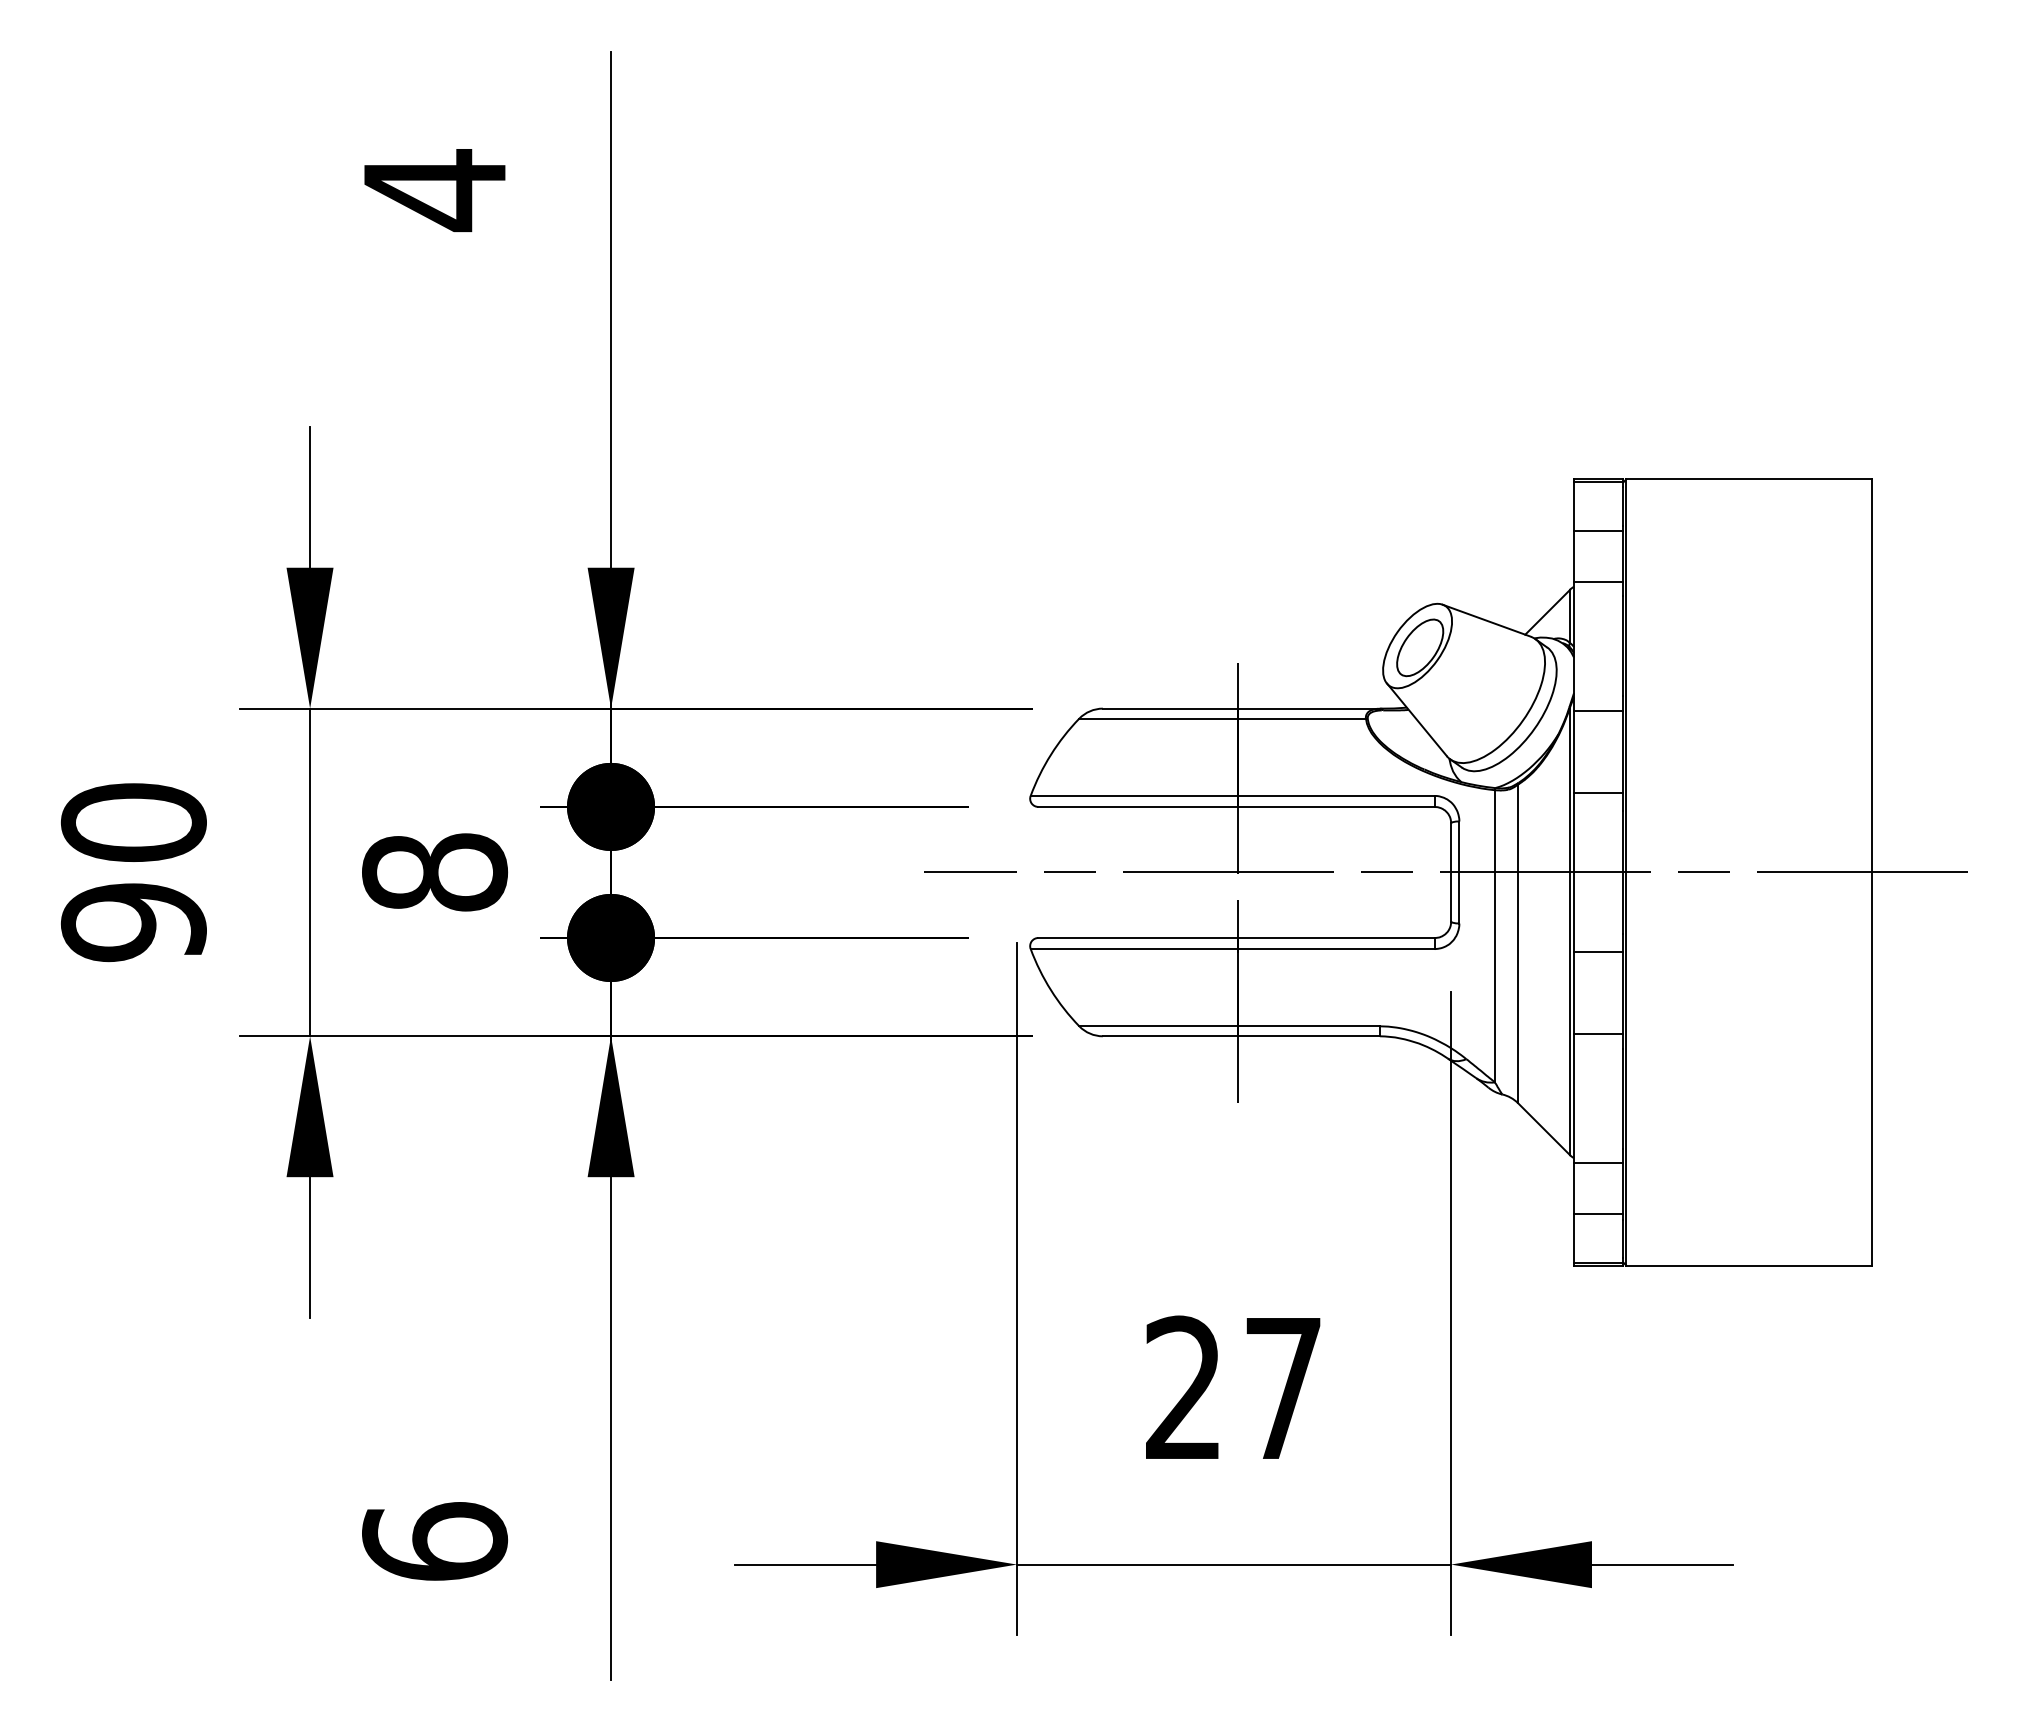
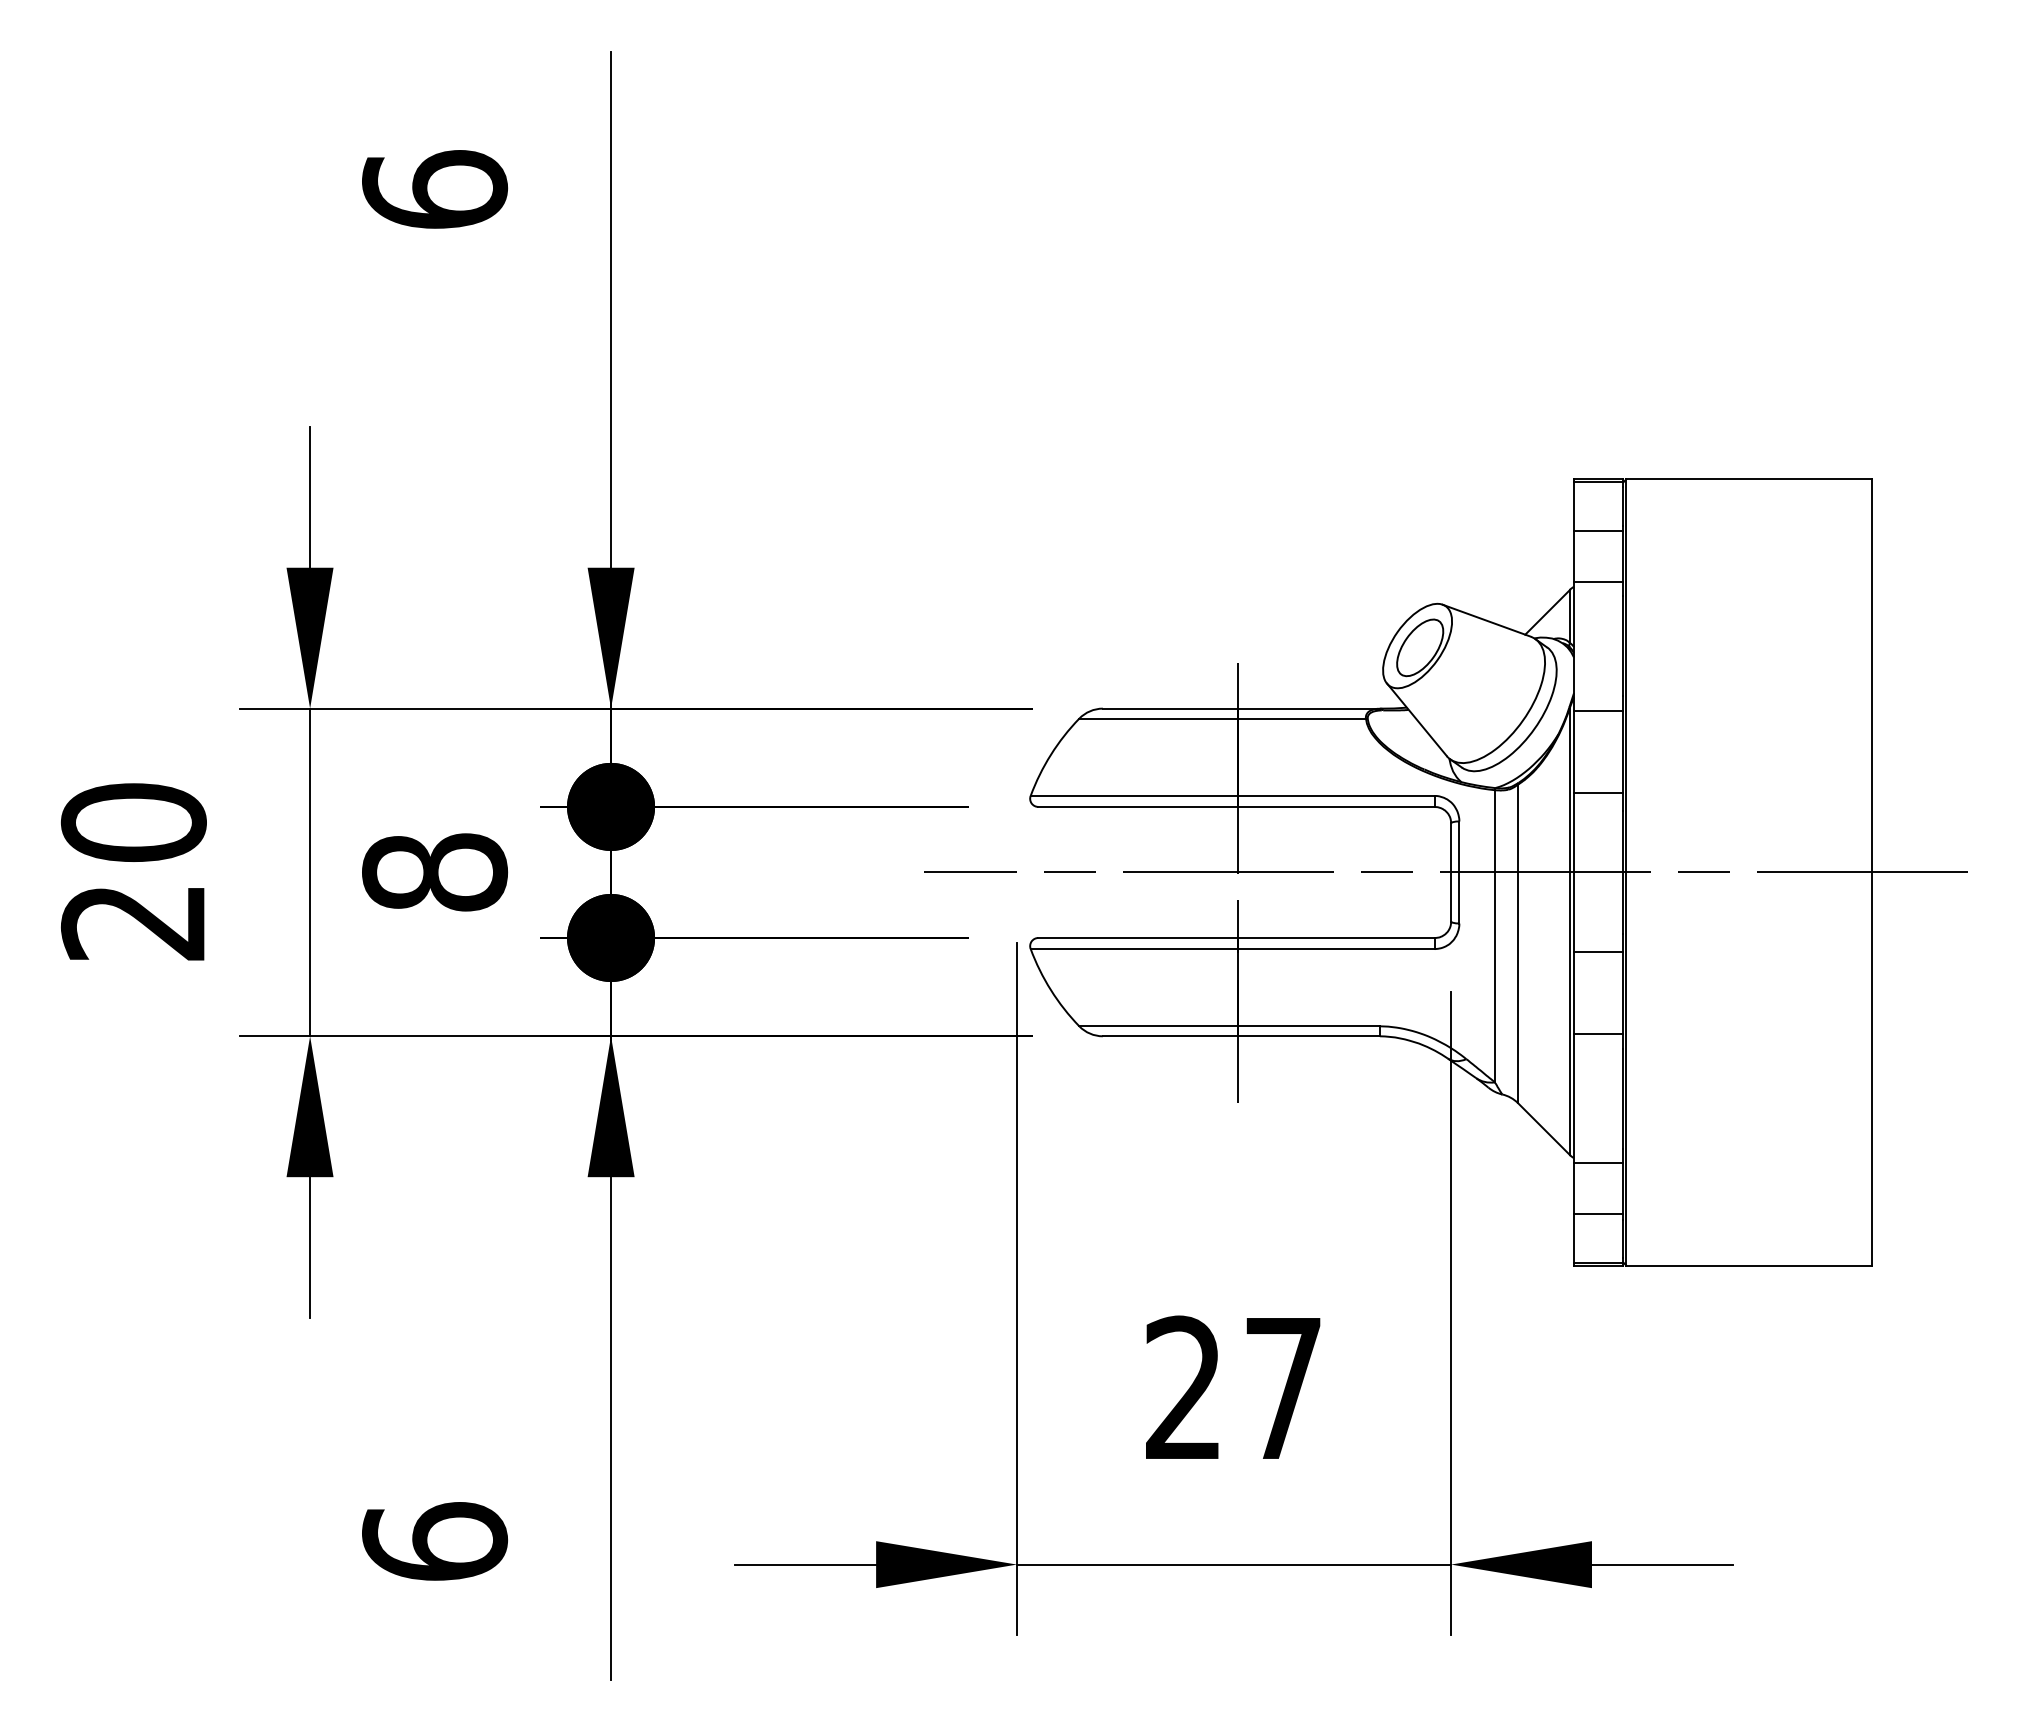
text at (435, 190): 4 -> 6
text at (133, 922): 90 -> 20
